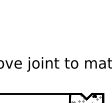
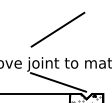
line at (57, 29): none -> present
line at (58, 82): none -> present
